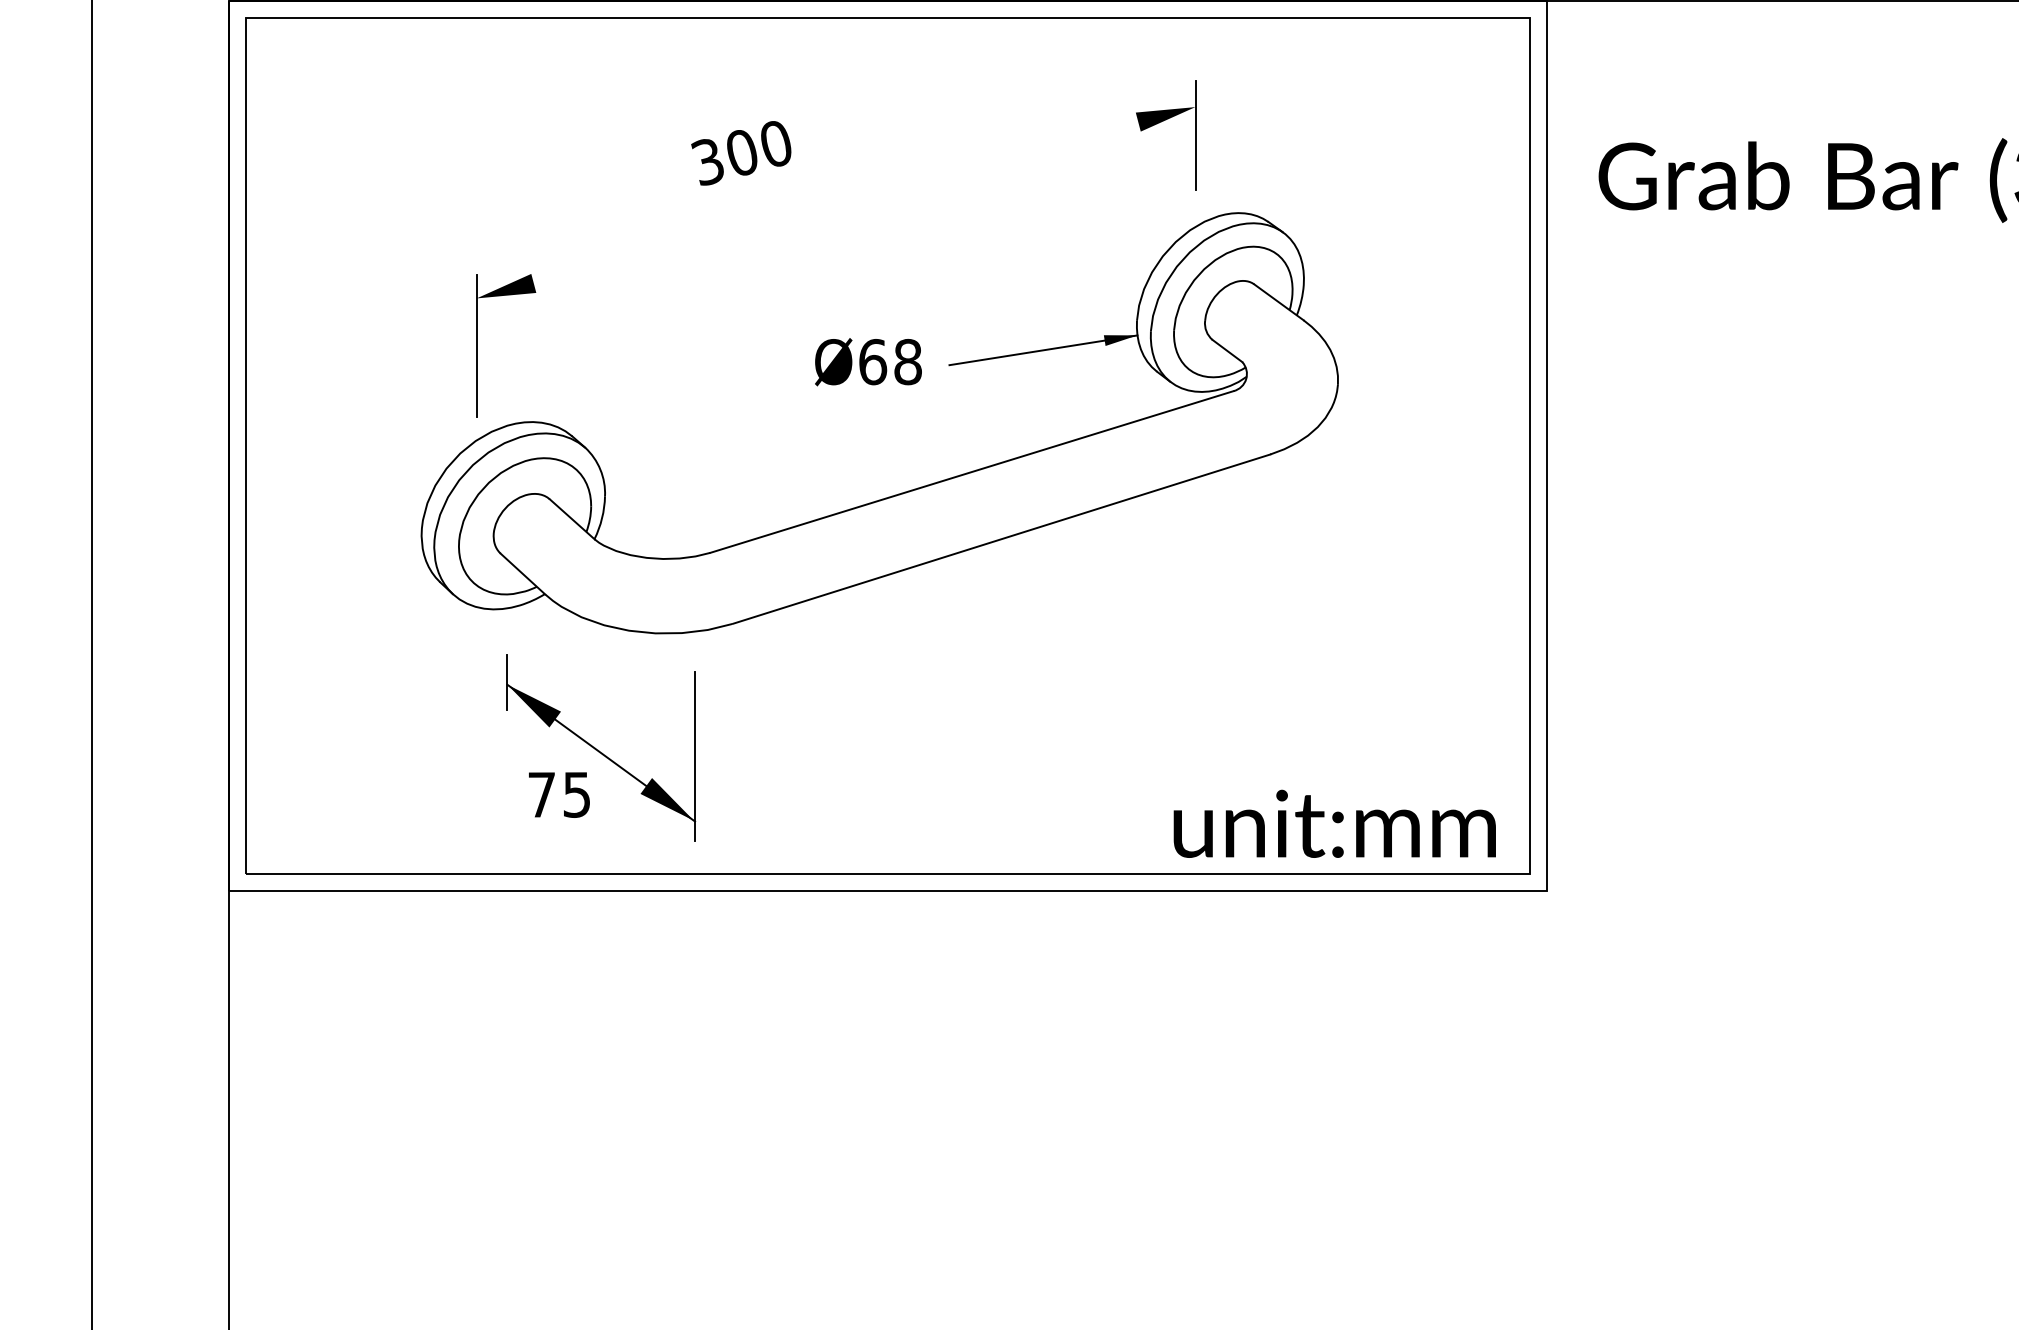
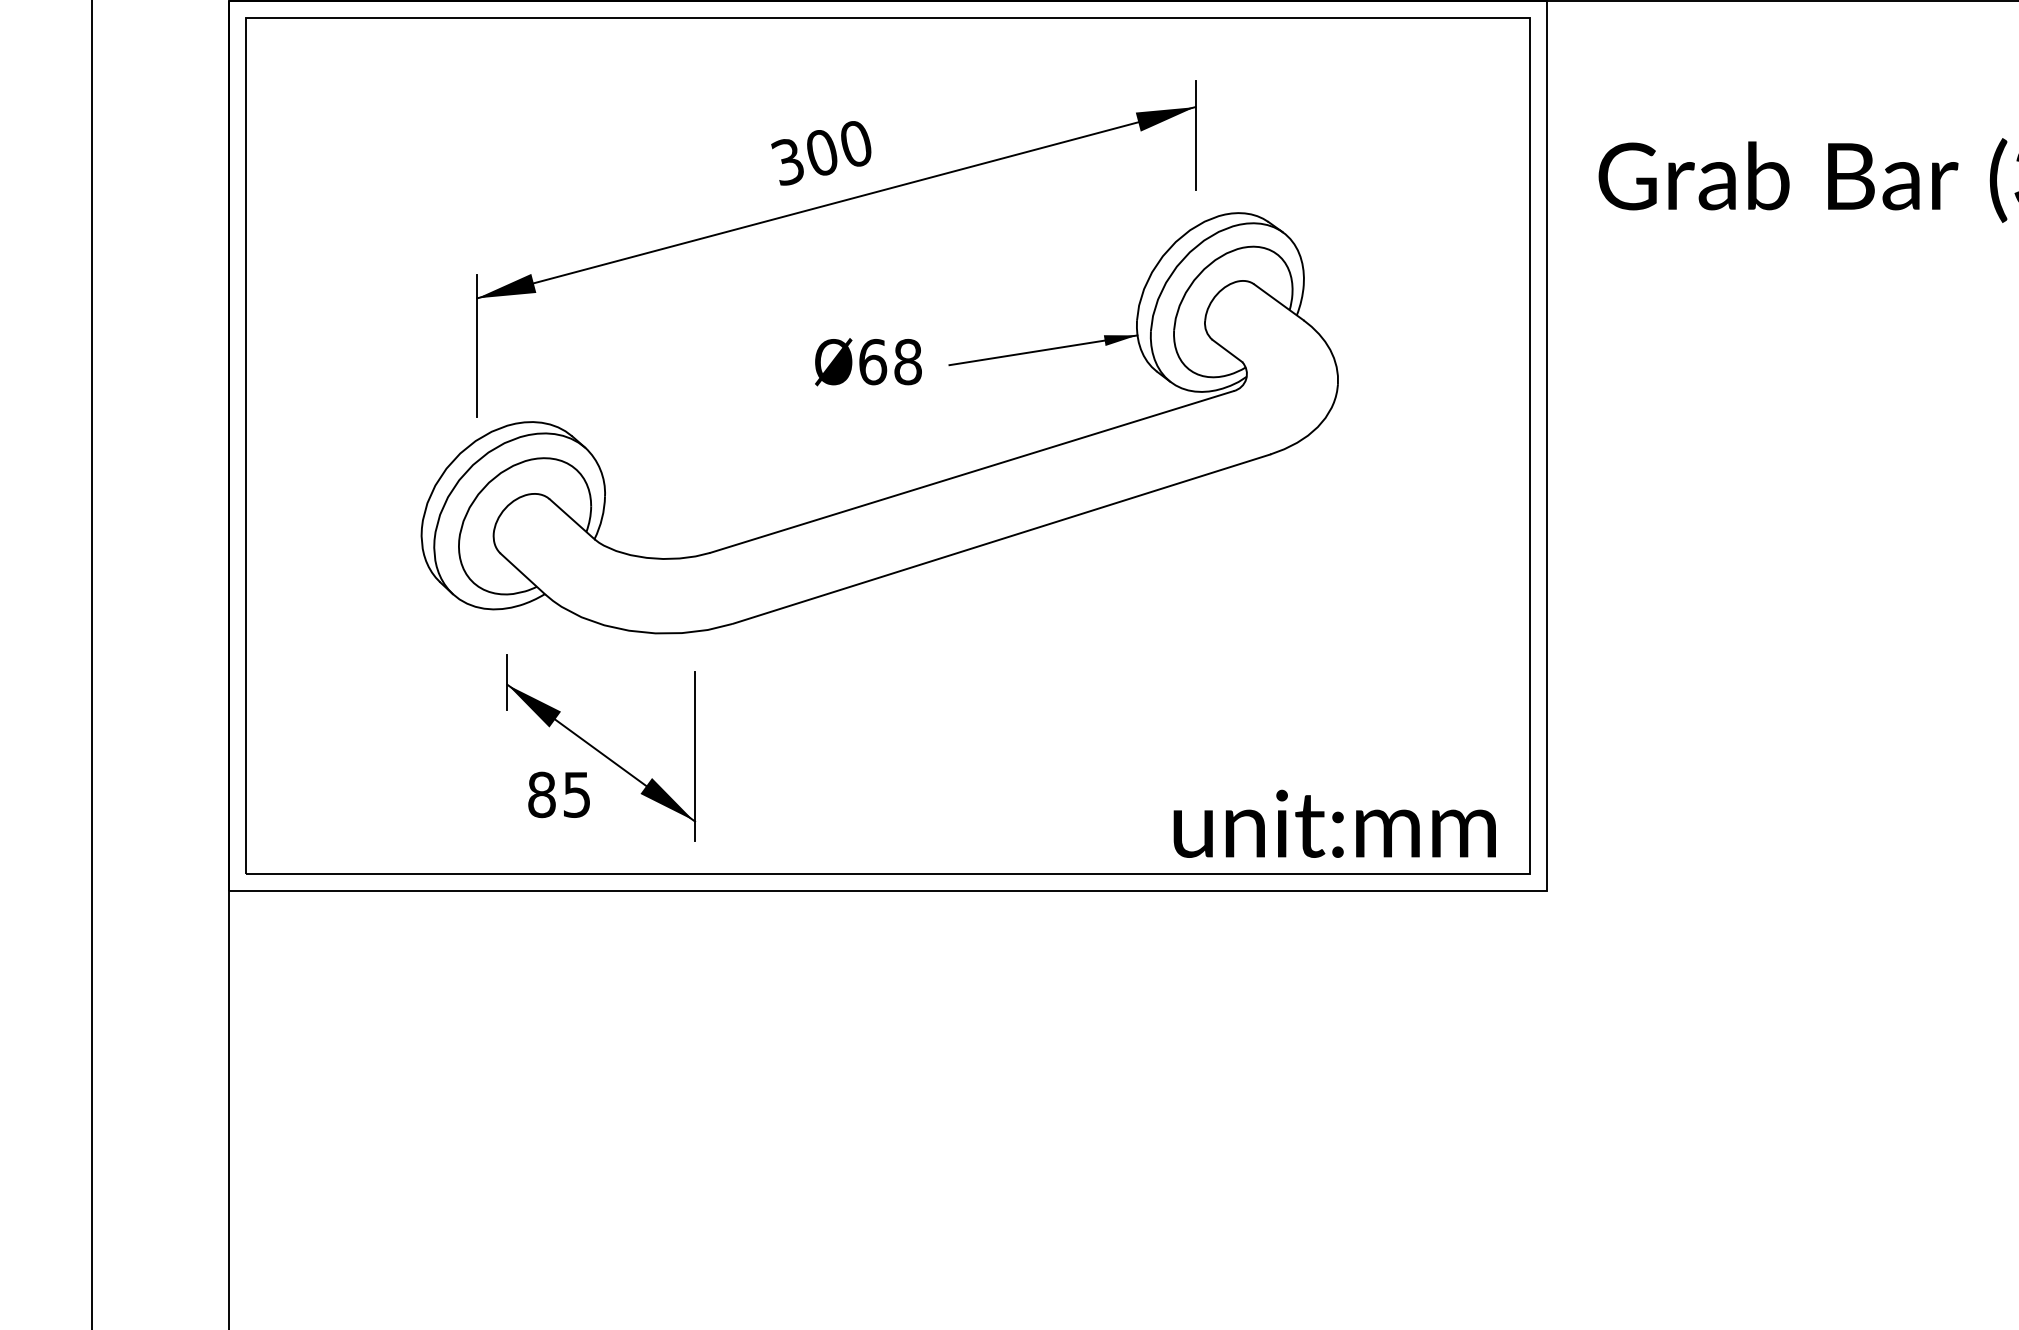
text at (741, 153) position: (741, 153) -> (821, 153)
line at (836, 202): none -> present
text at (541, 794): 75 -> 85
